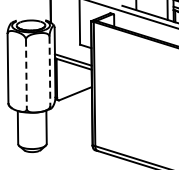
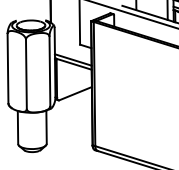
line at (49, 71): dashed -> solid
line at (26, 74): dashed -> solid
